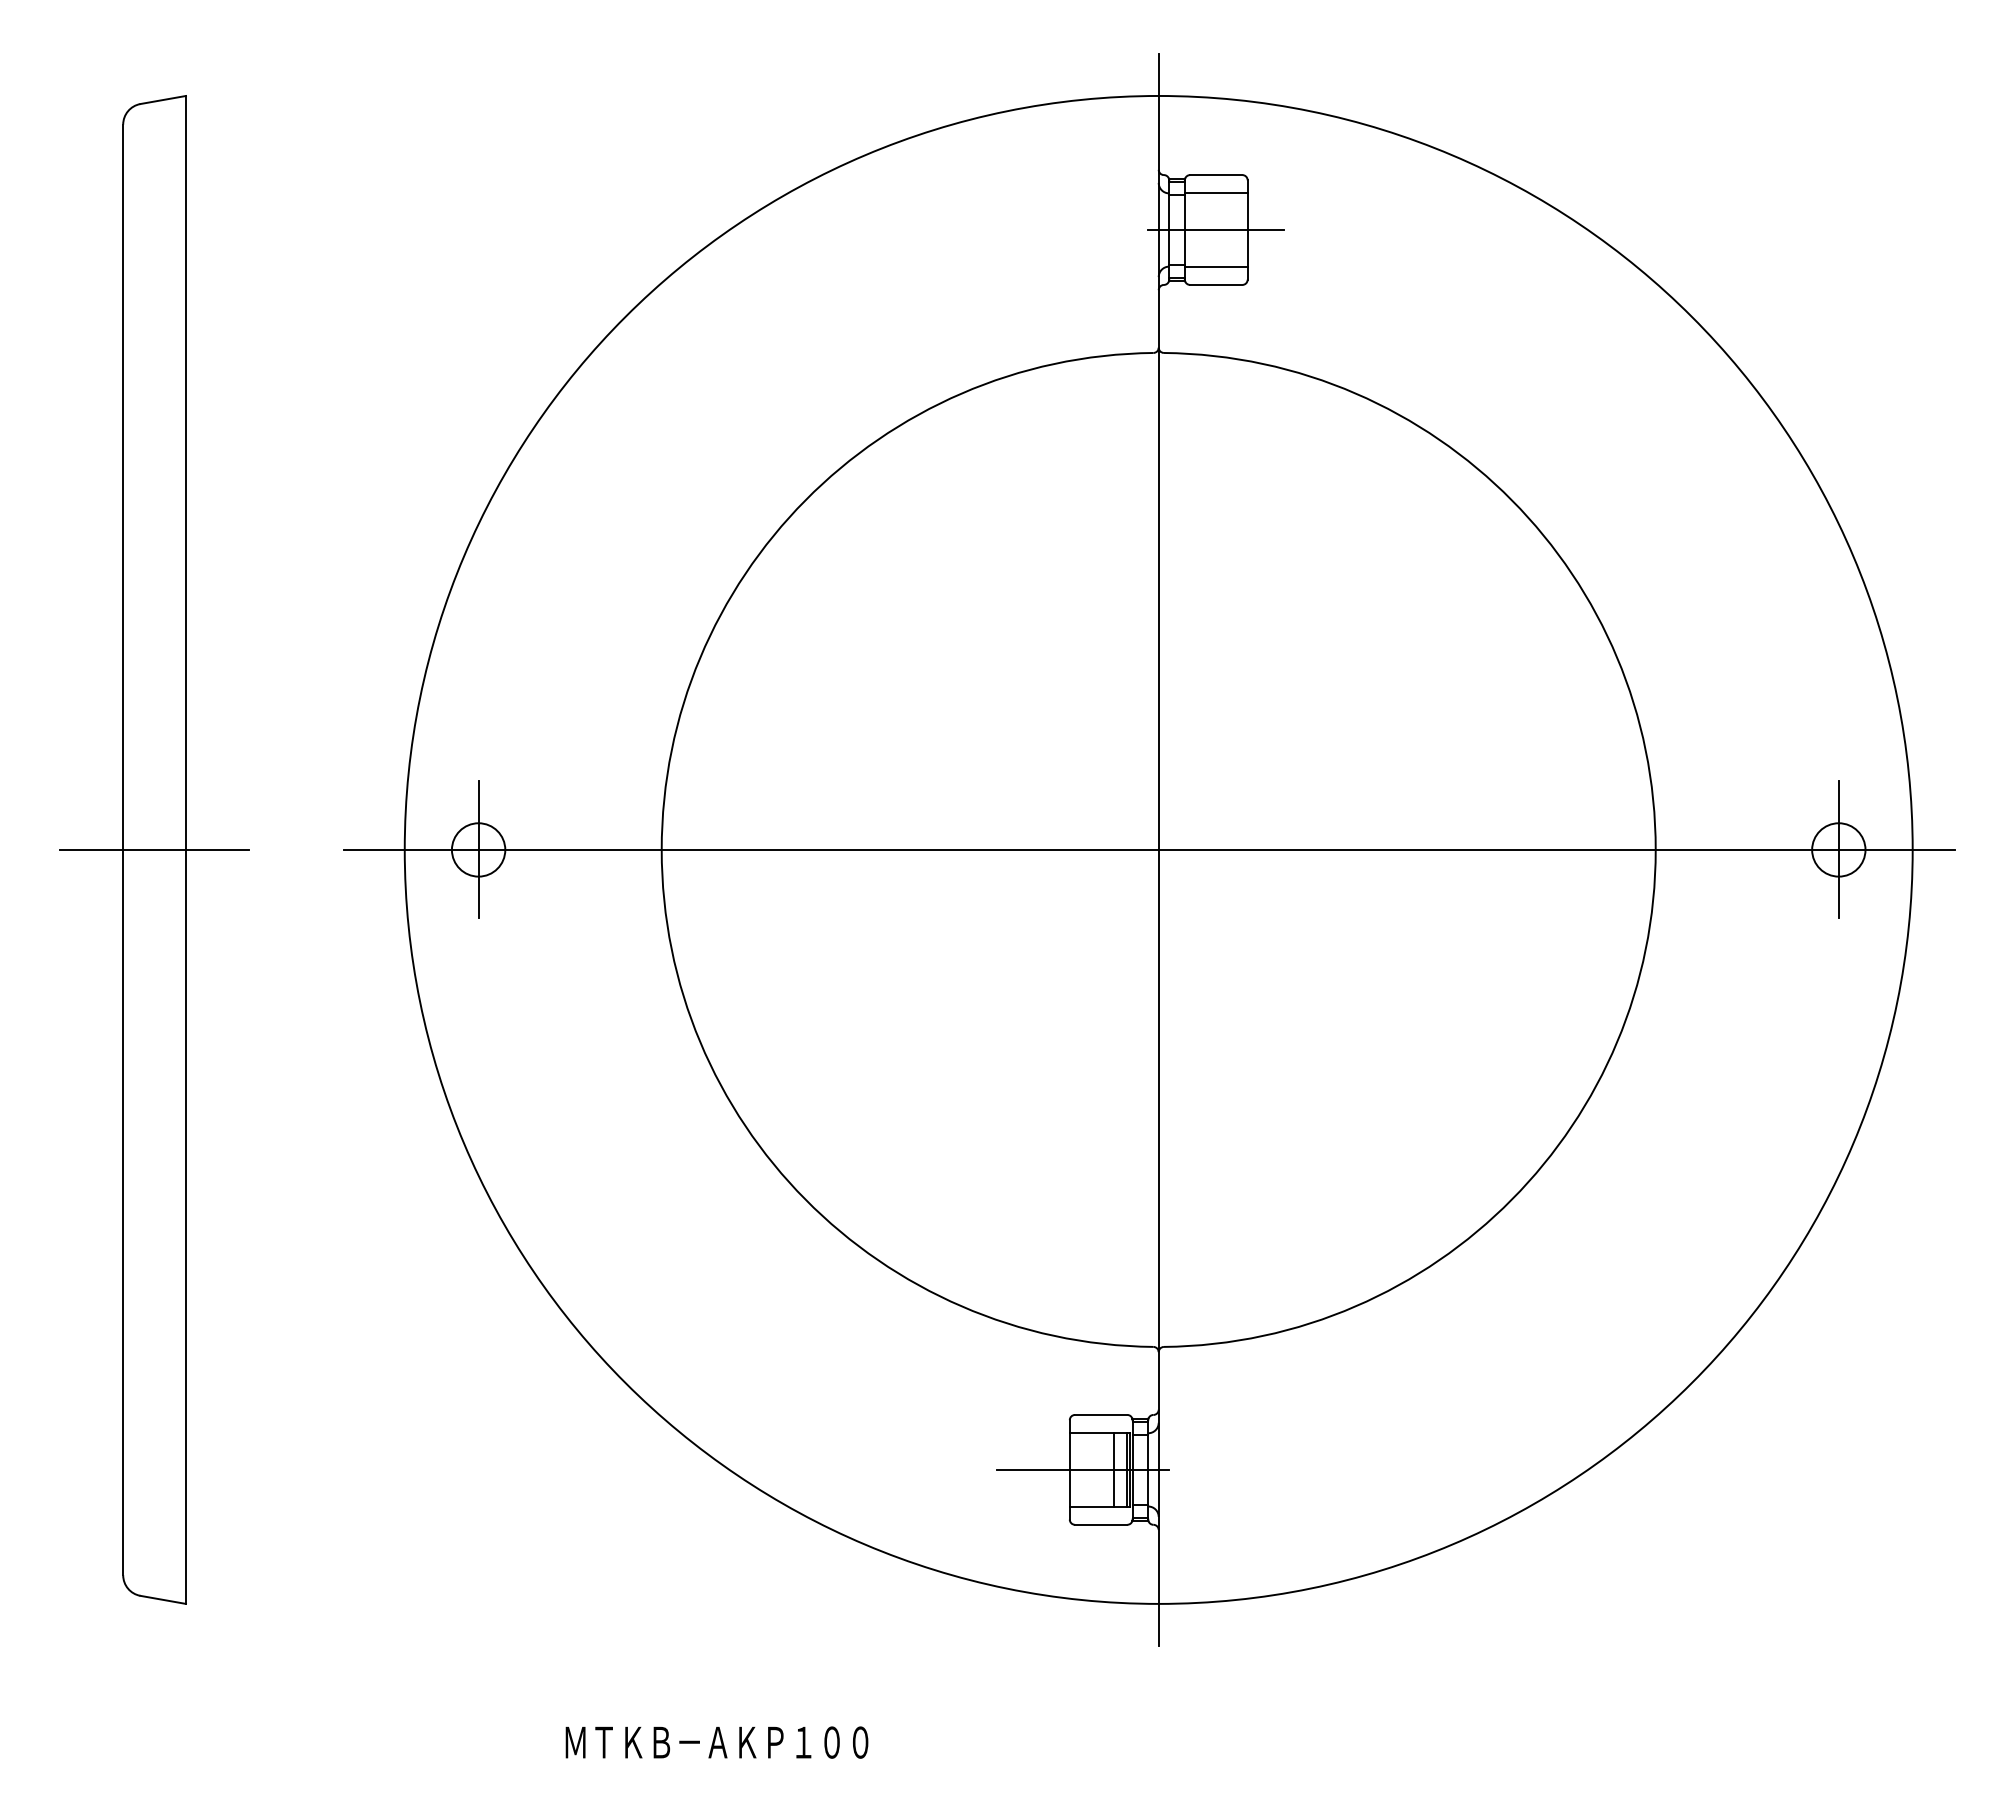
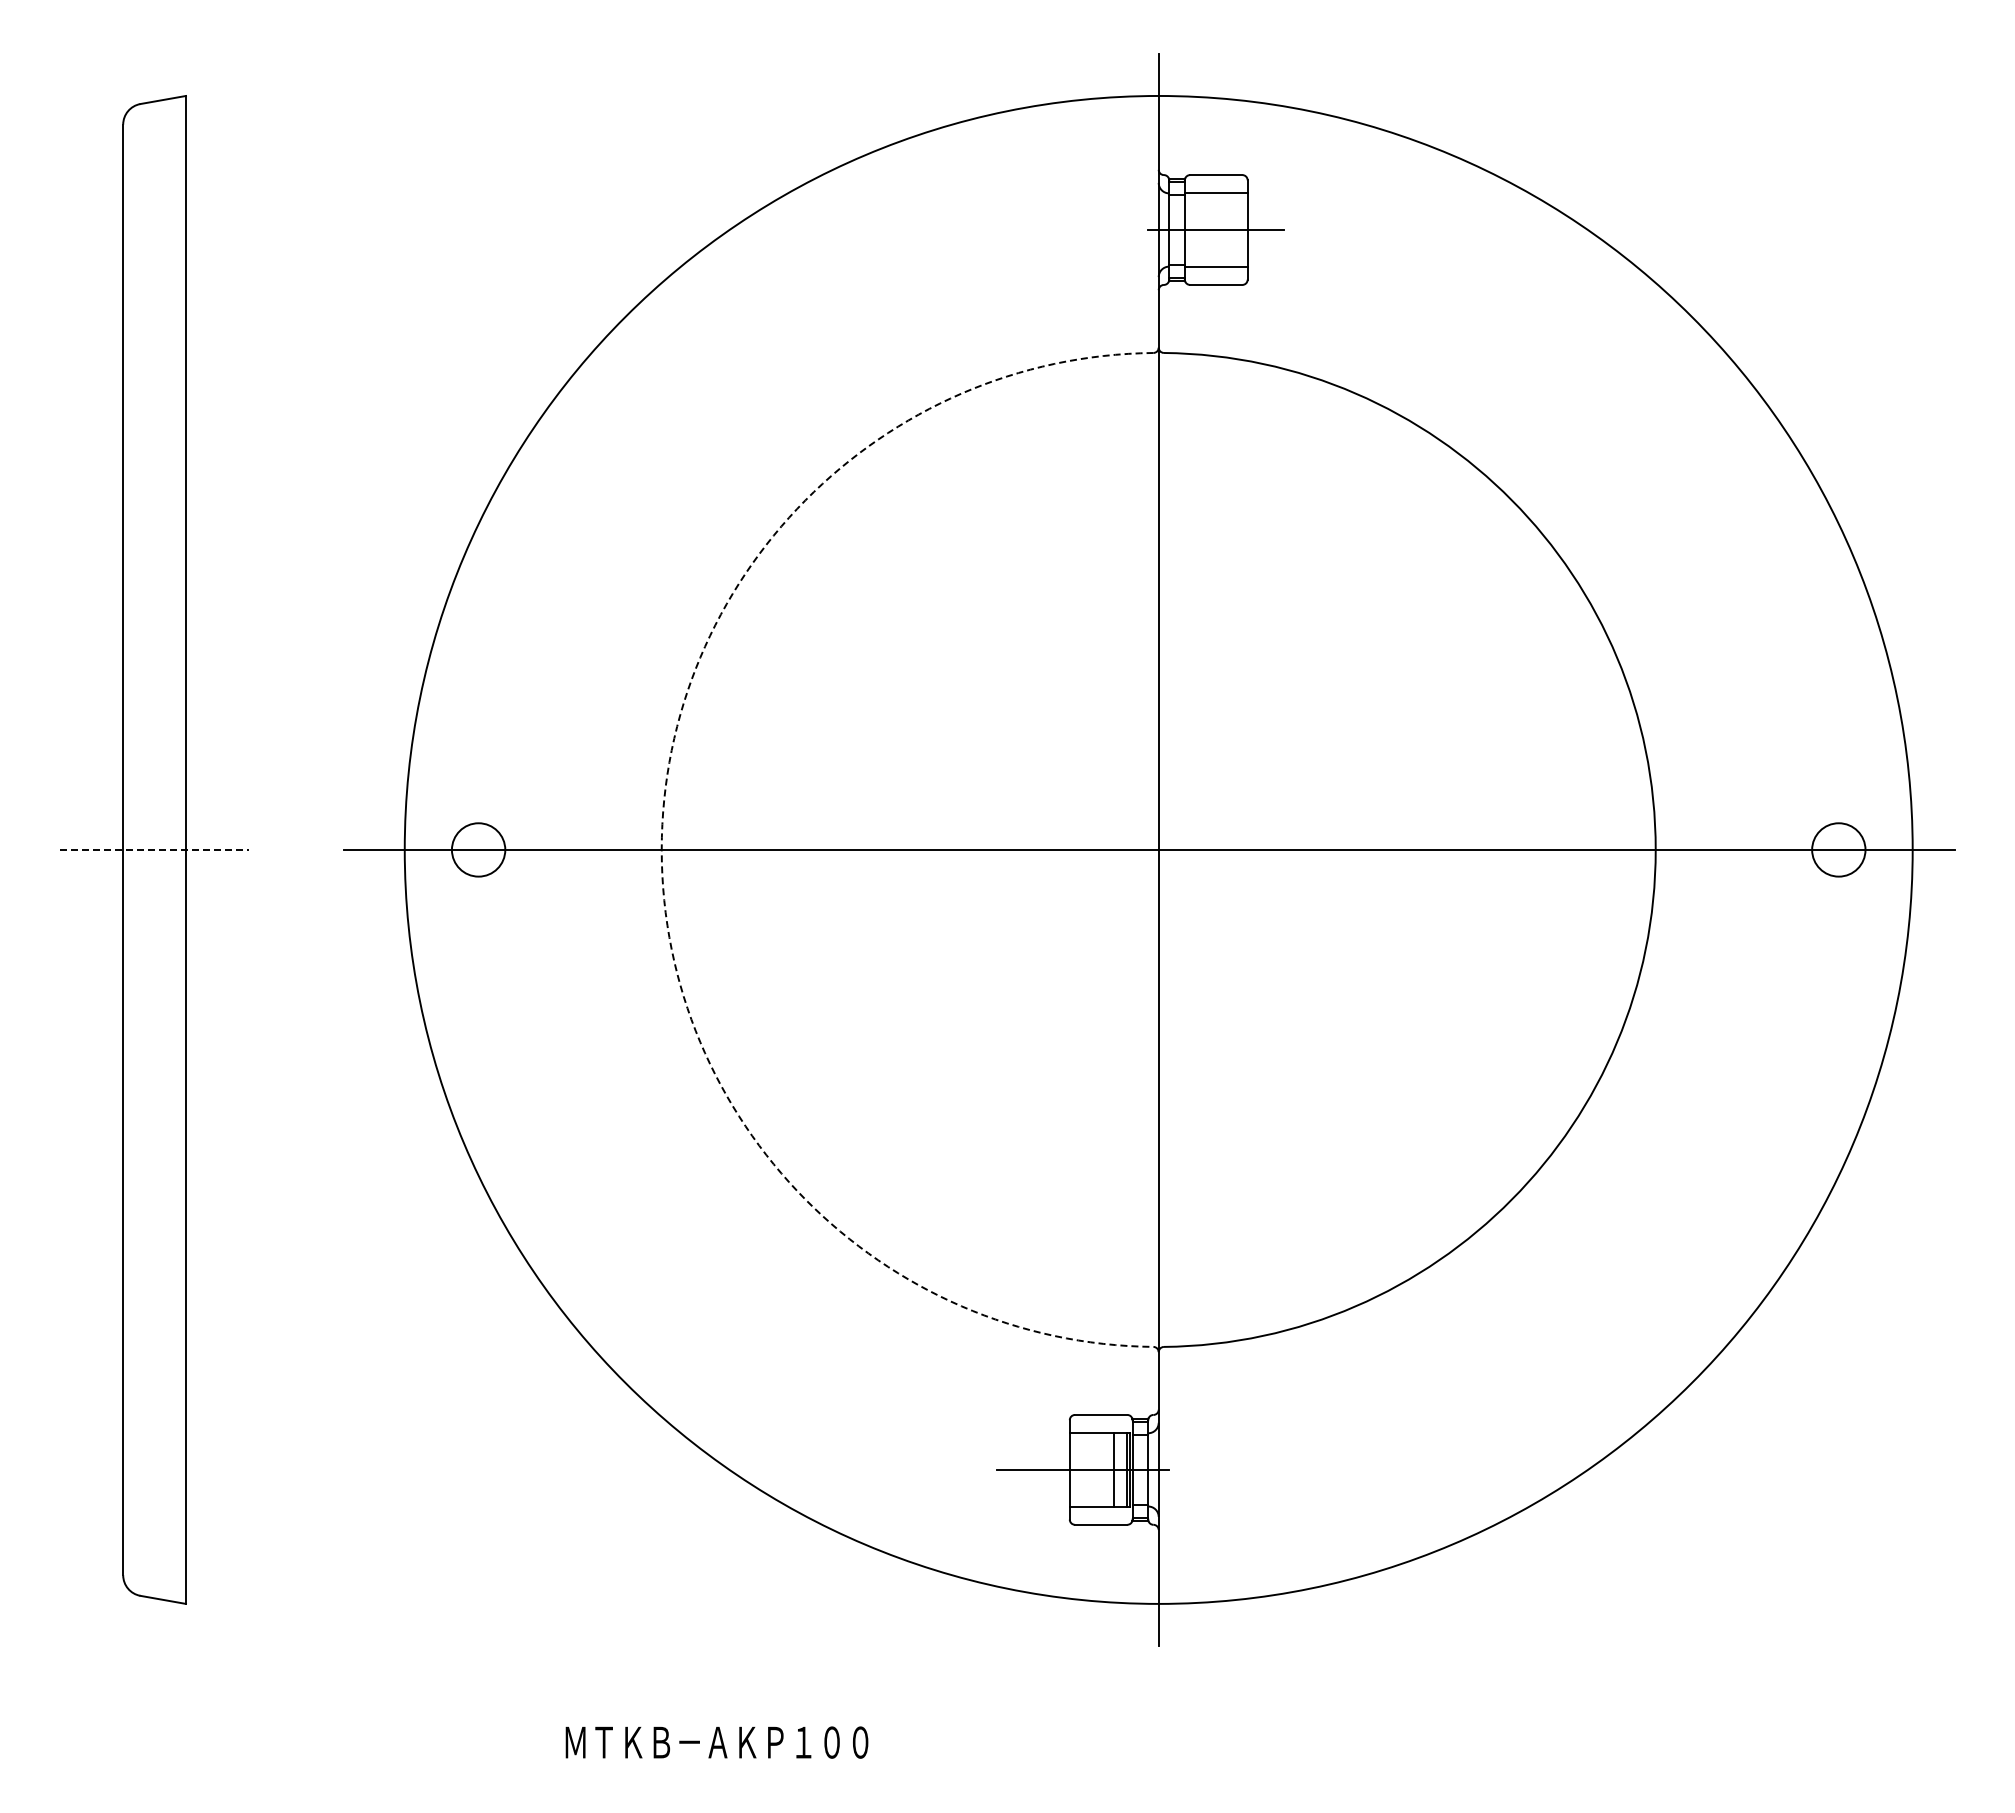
line at (155, 849): solid -> dashed
line at (478, 849): present -> none
arc at (661, 849): solid -> dashed
line at (1838, 849): present -> none
